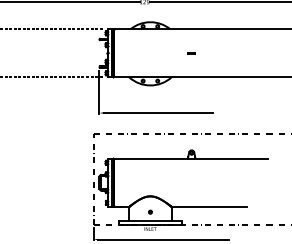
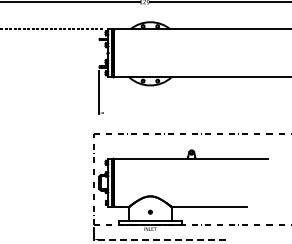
part at (191, 53): present -> none
line at (52, 77): present -> none
line at (158, 113): present -> none
line at (164, 239): solid -> dashed
